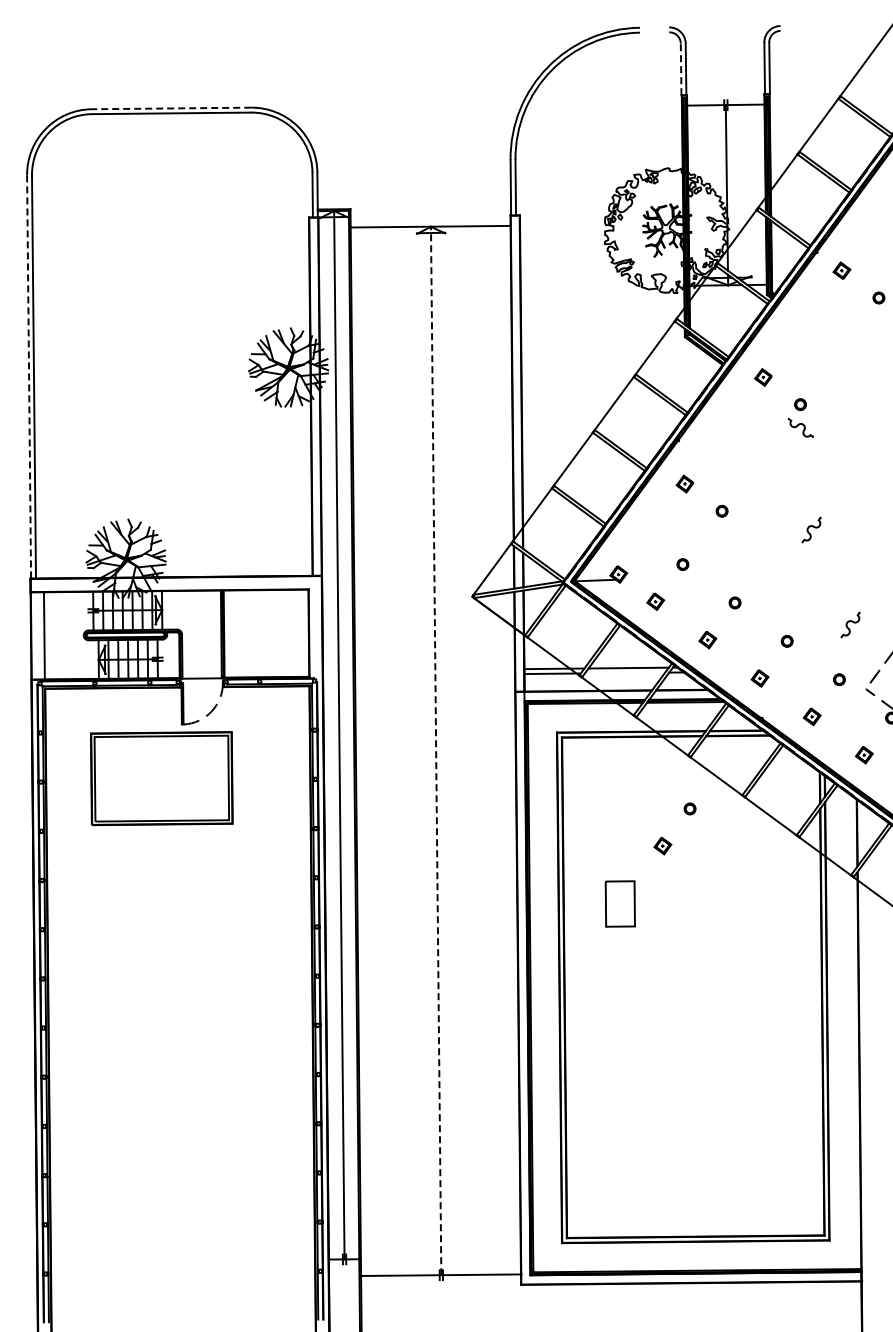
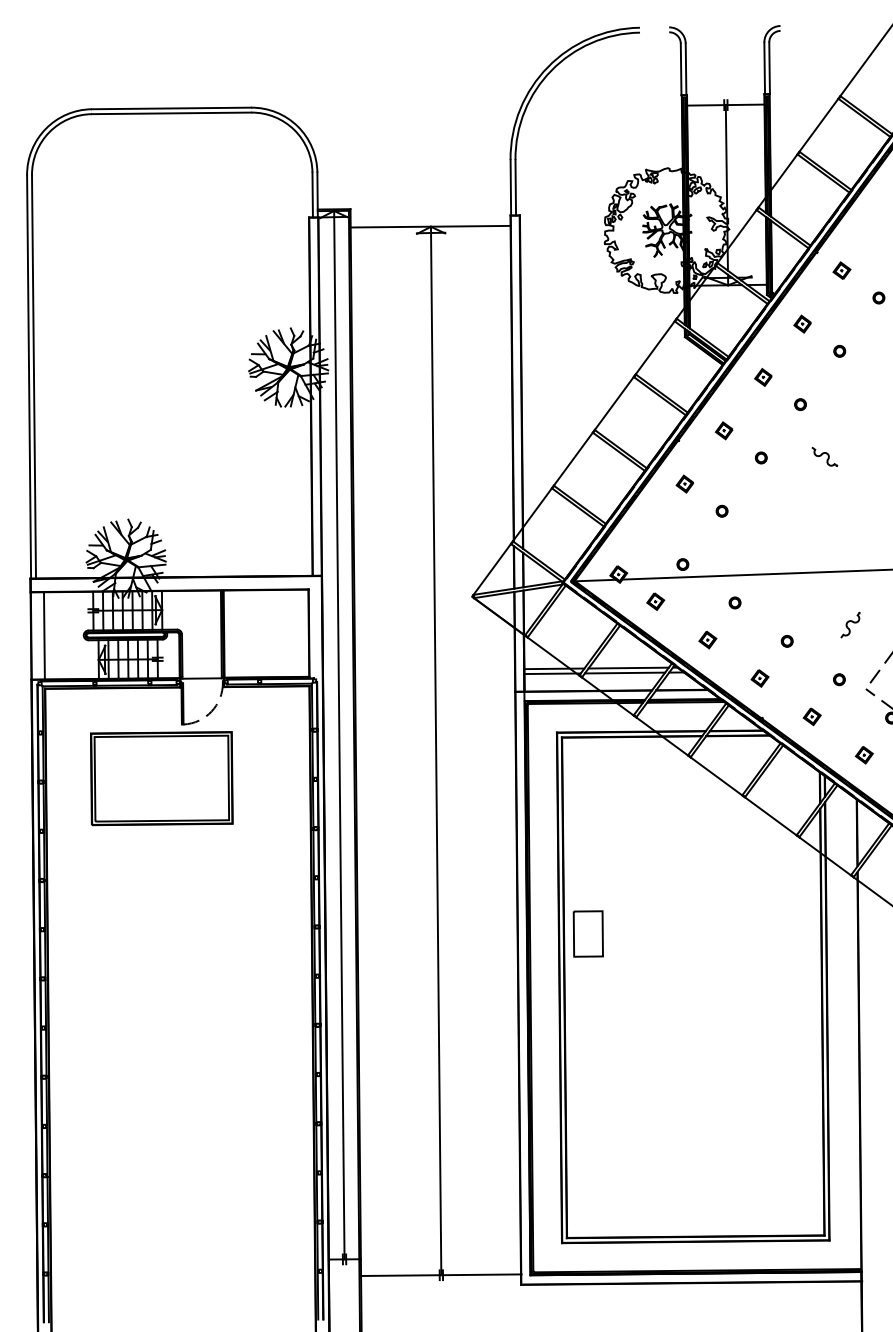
line at (681, 69): dashed -> solid
line at (171, 108): dashed -> solid
part at (808, 328): none -> present
line at (29, 377): dashed -> solid
part at (800, 427) position: (800, 427) -> (824, 456)
part at (731, 433): none -> present
part at (811, 529): present -> none
line at (755, 574): none -> present
line at (624, 672): none -> present
line at (436, 750): dashed -> solid
part at (666, 839): present -> none
part at (619, 903) position: (619, 903) -> (587, 933)
